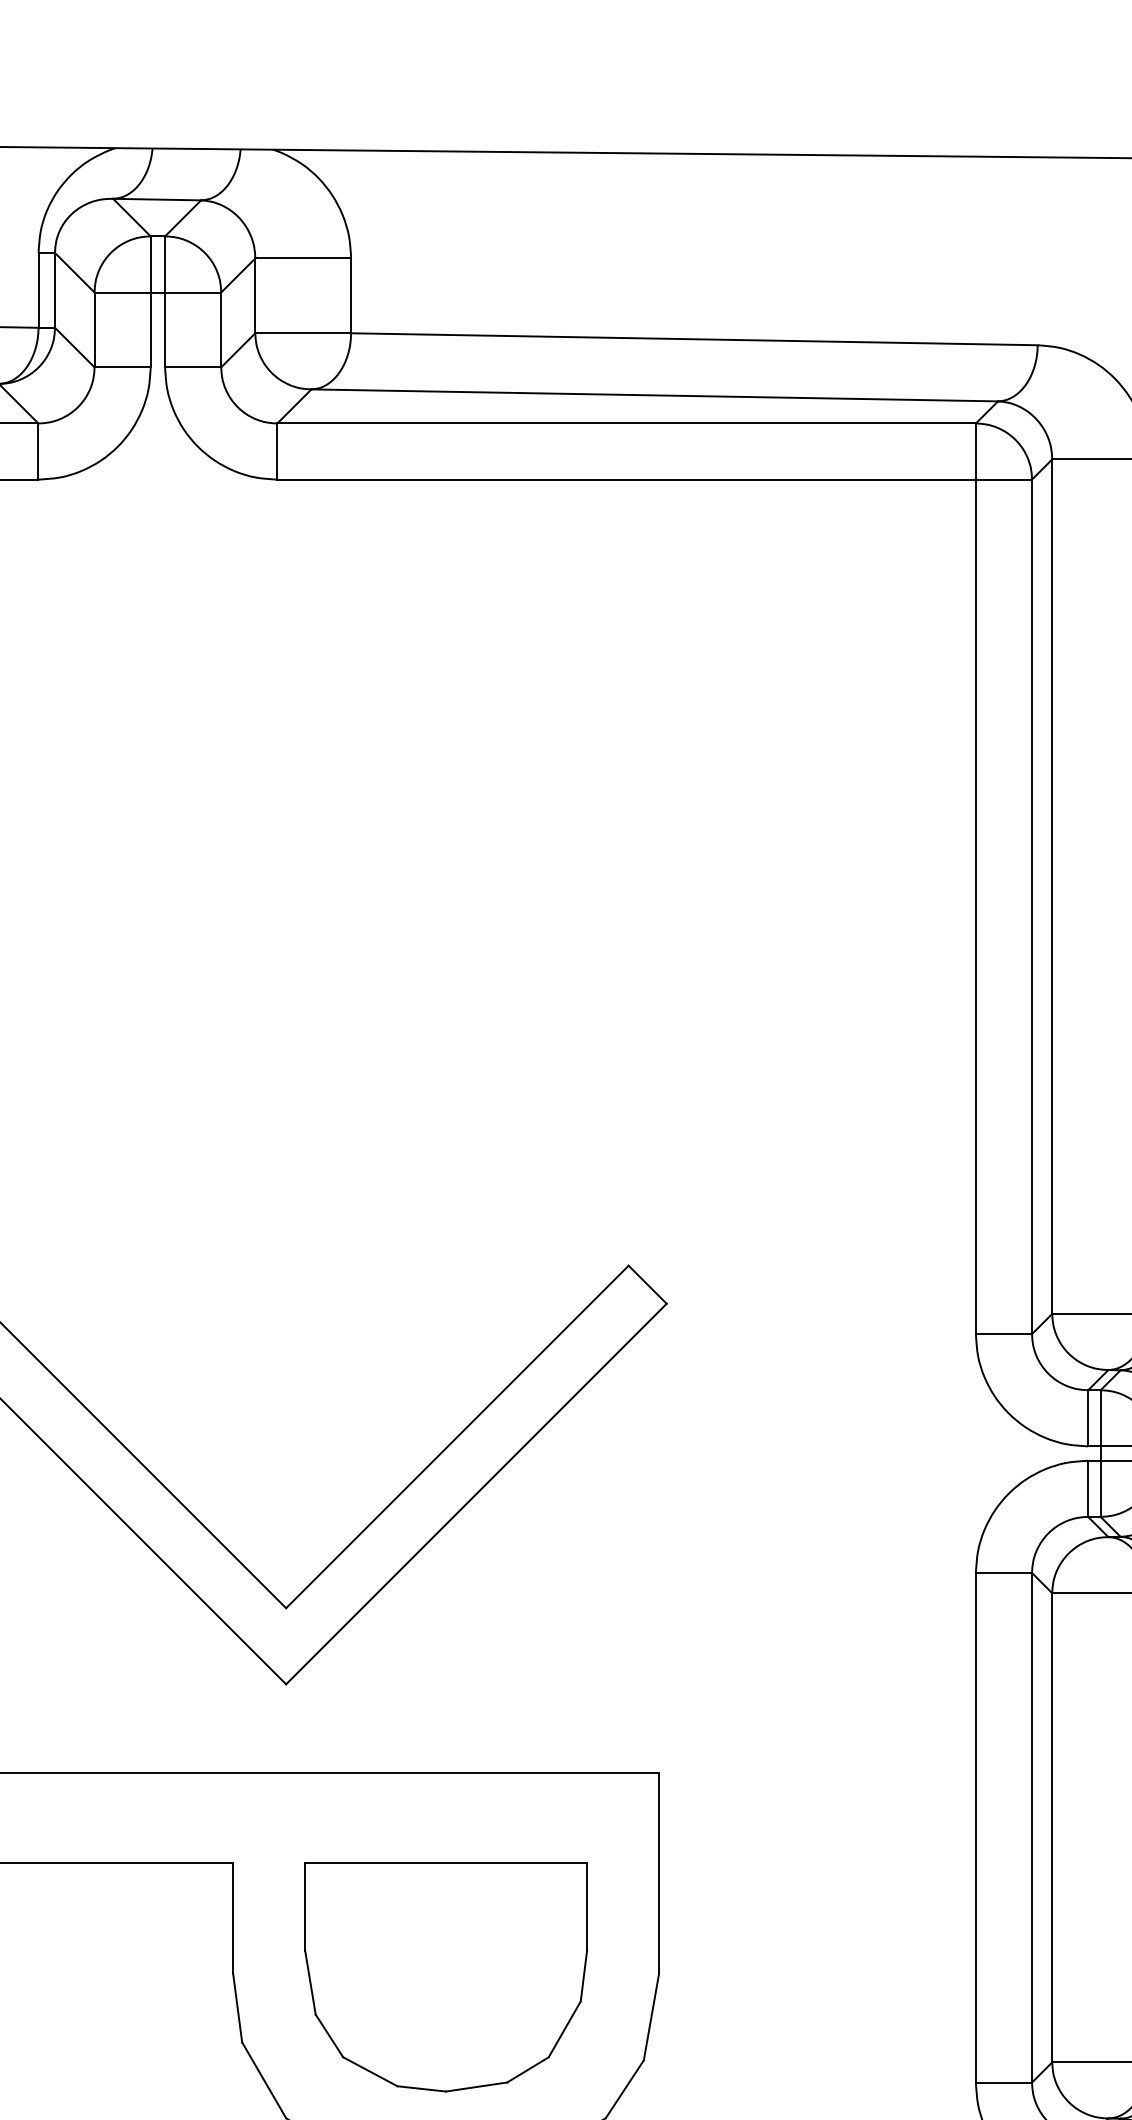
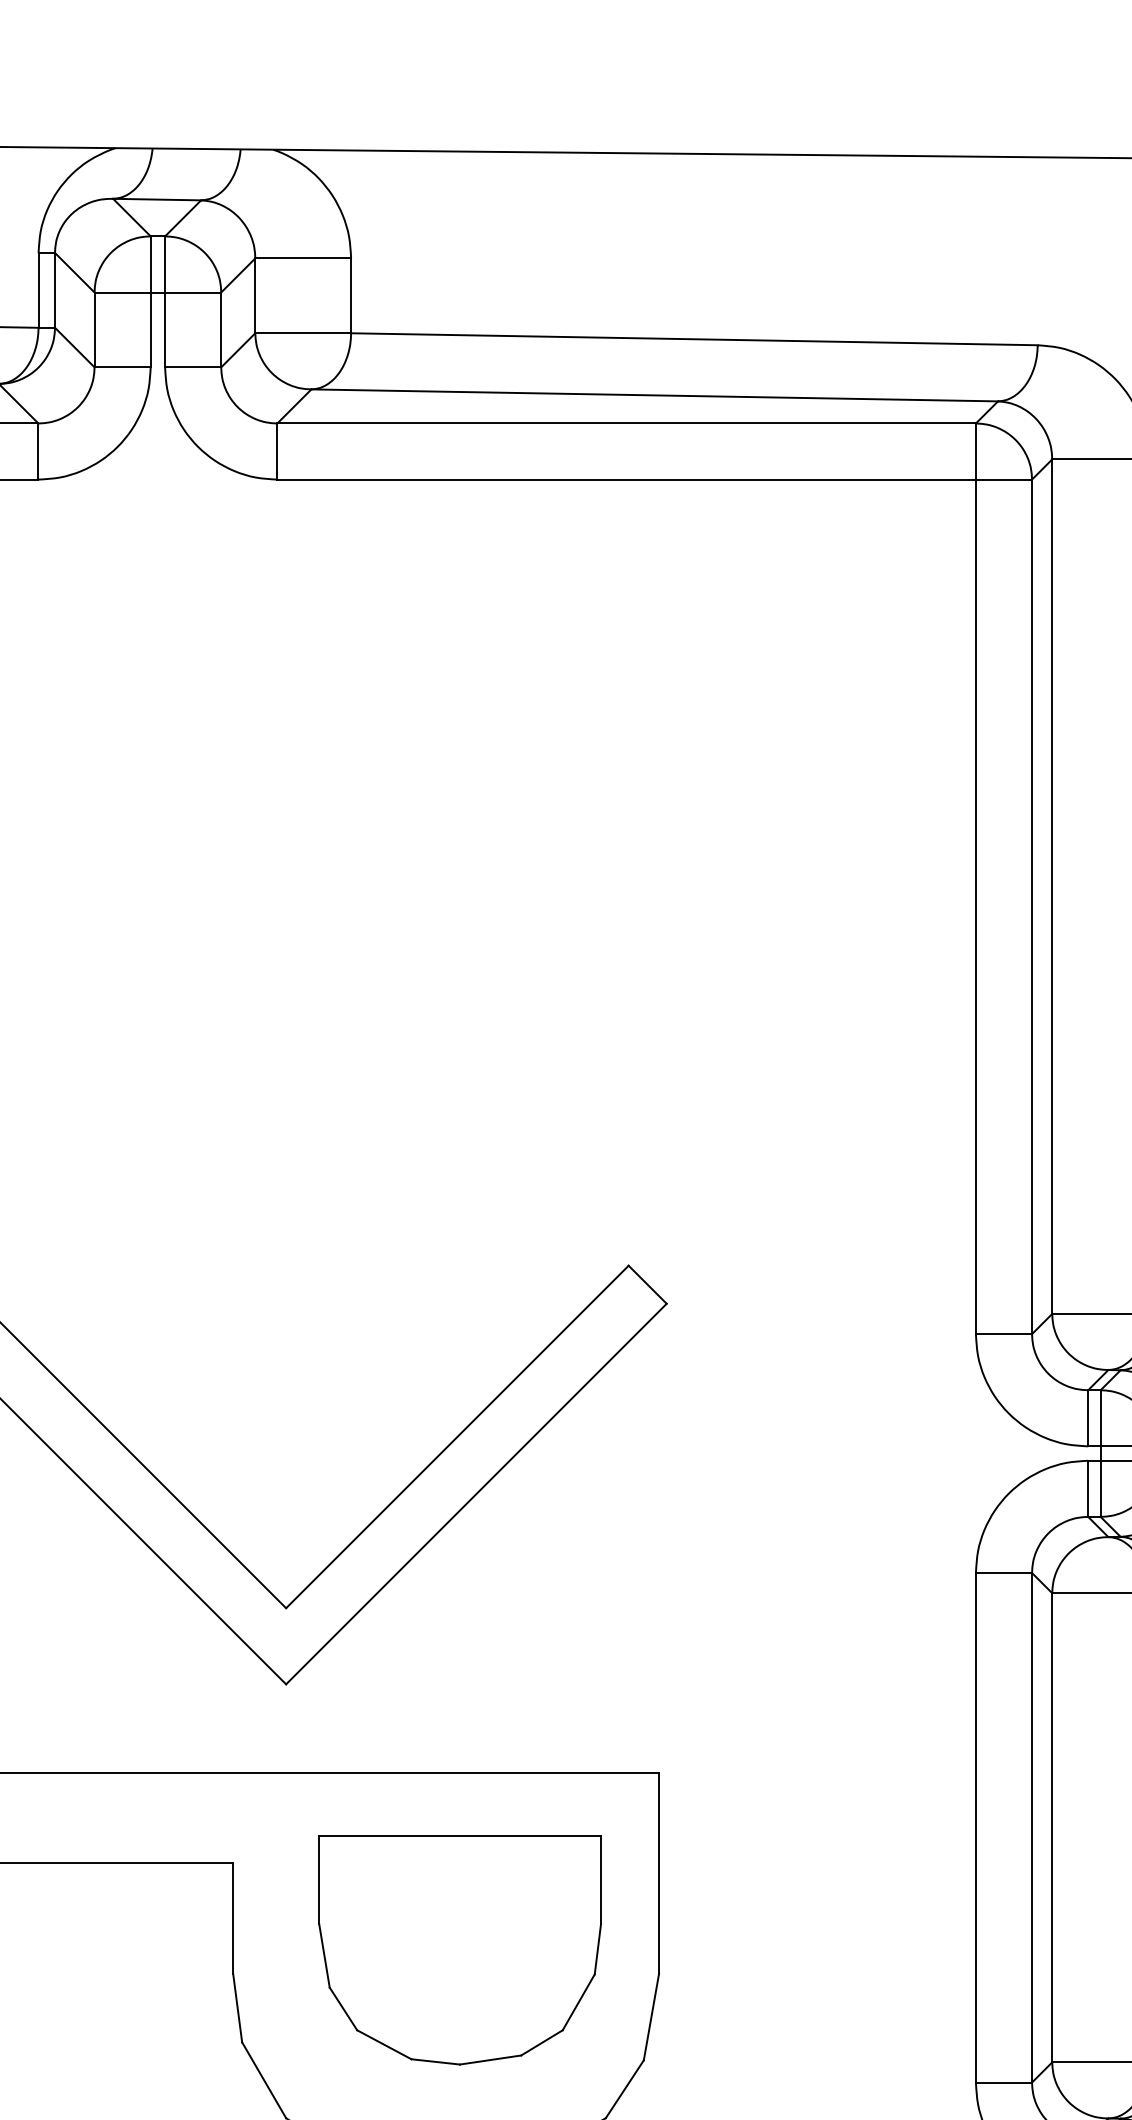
part at (445, 1977) position: (445, 1977) -> (459, 1950)
